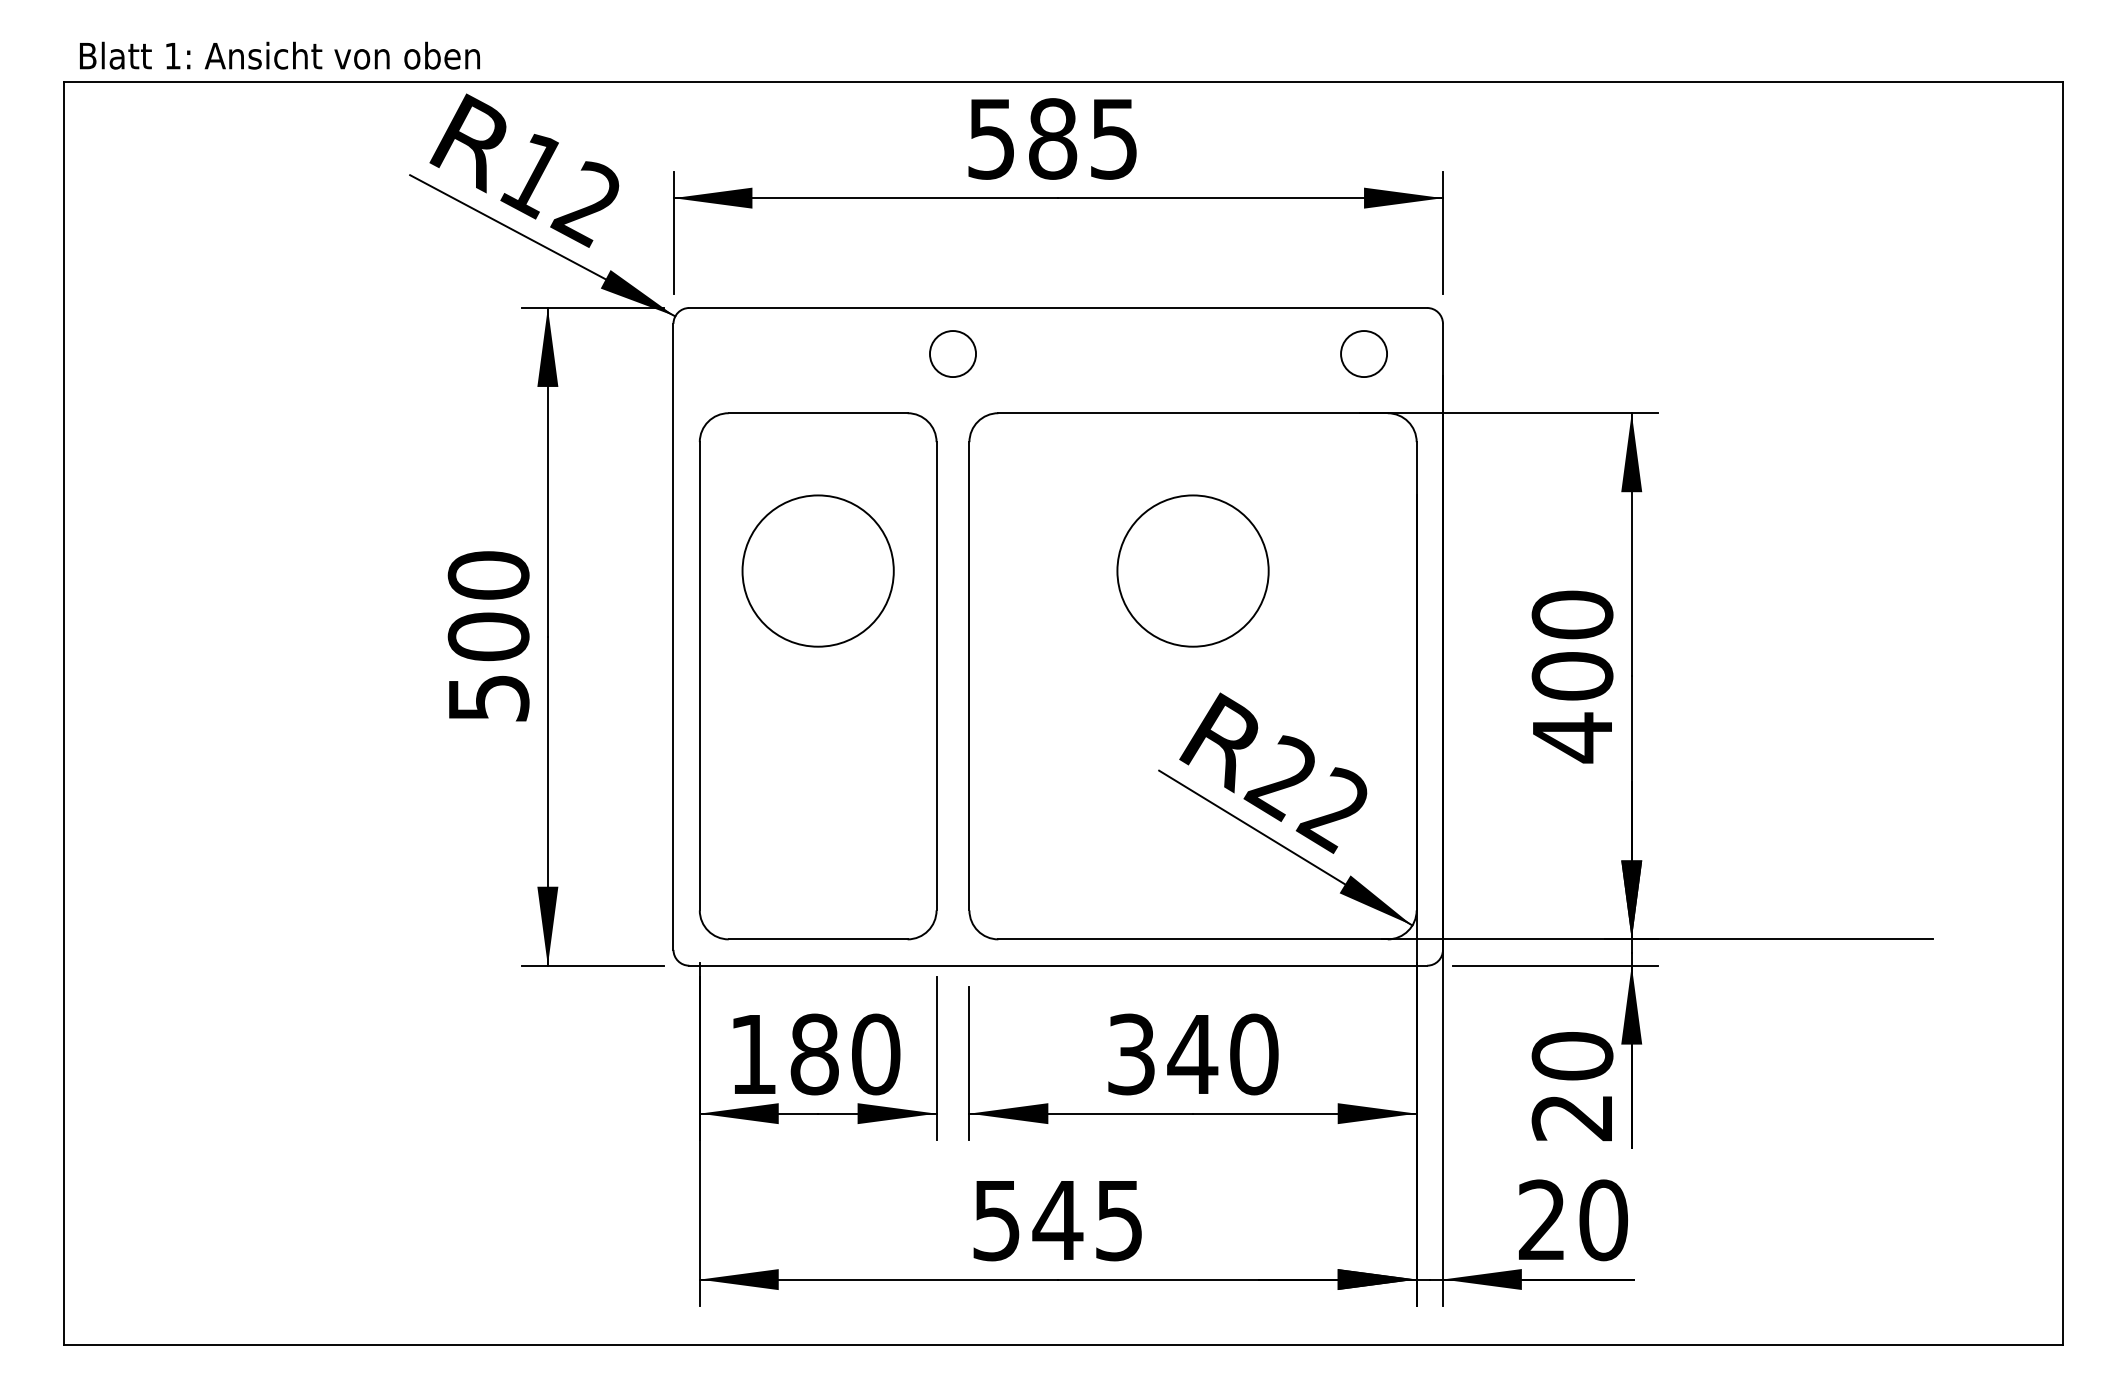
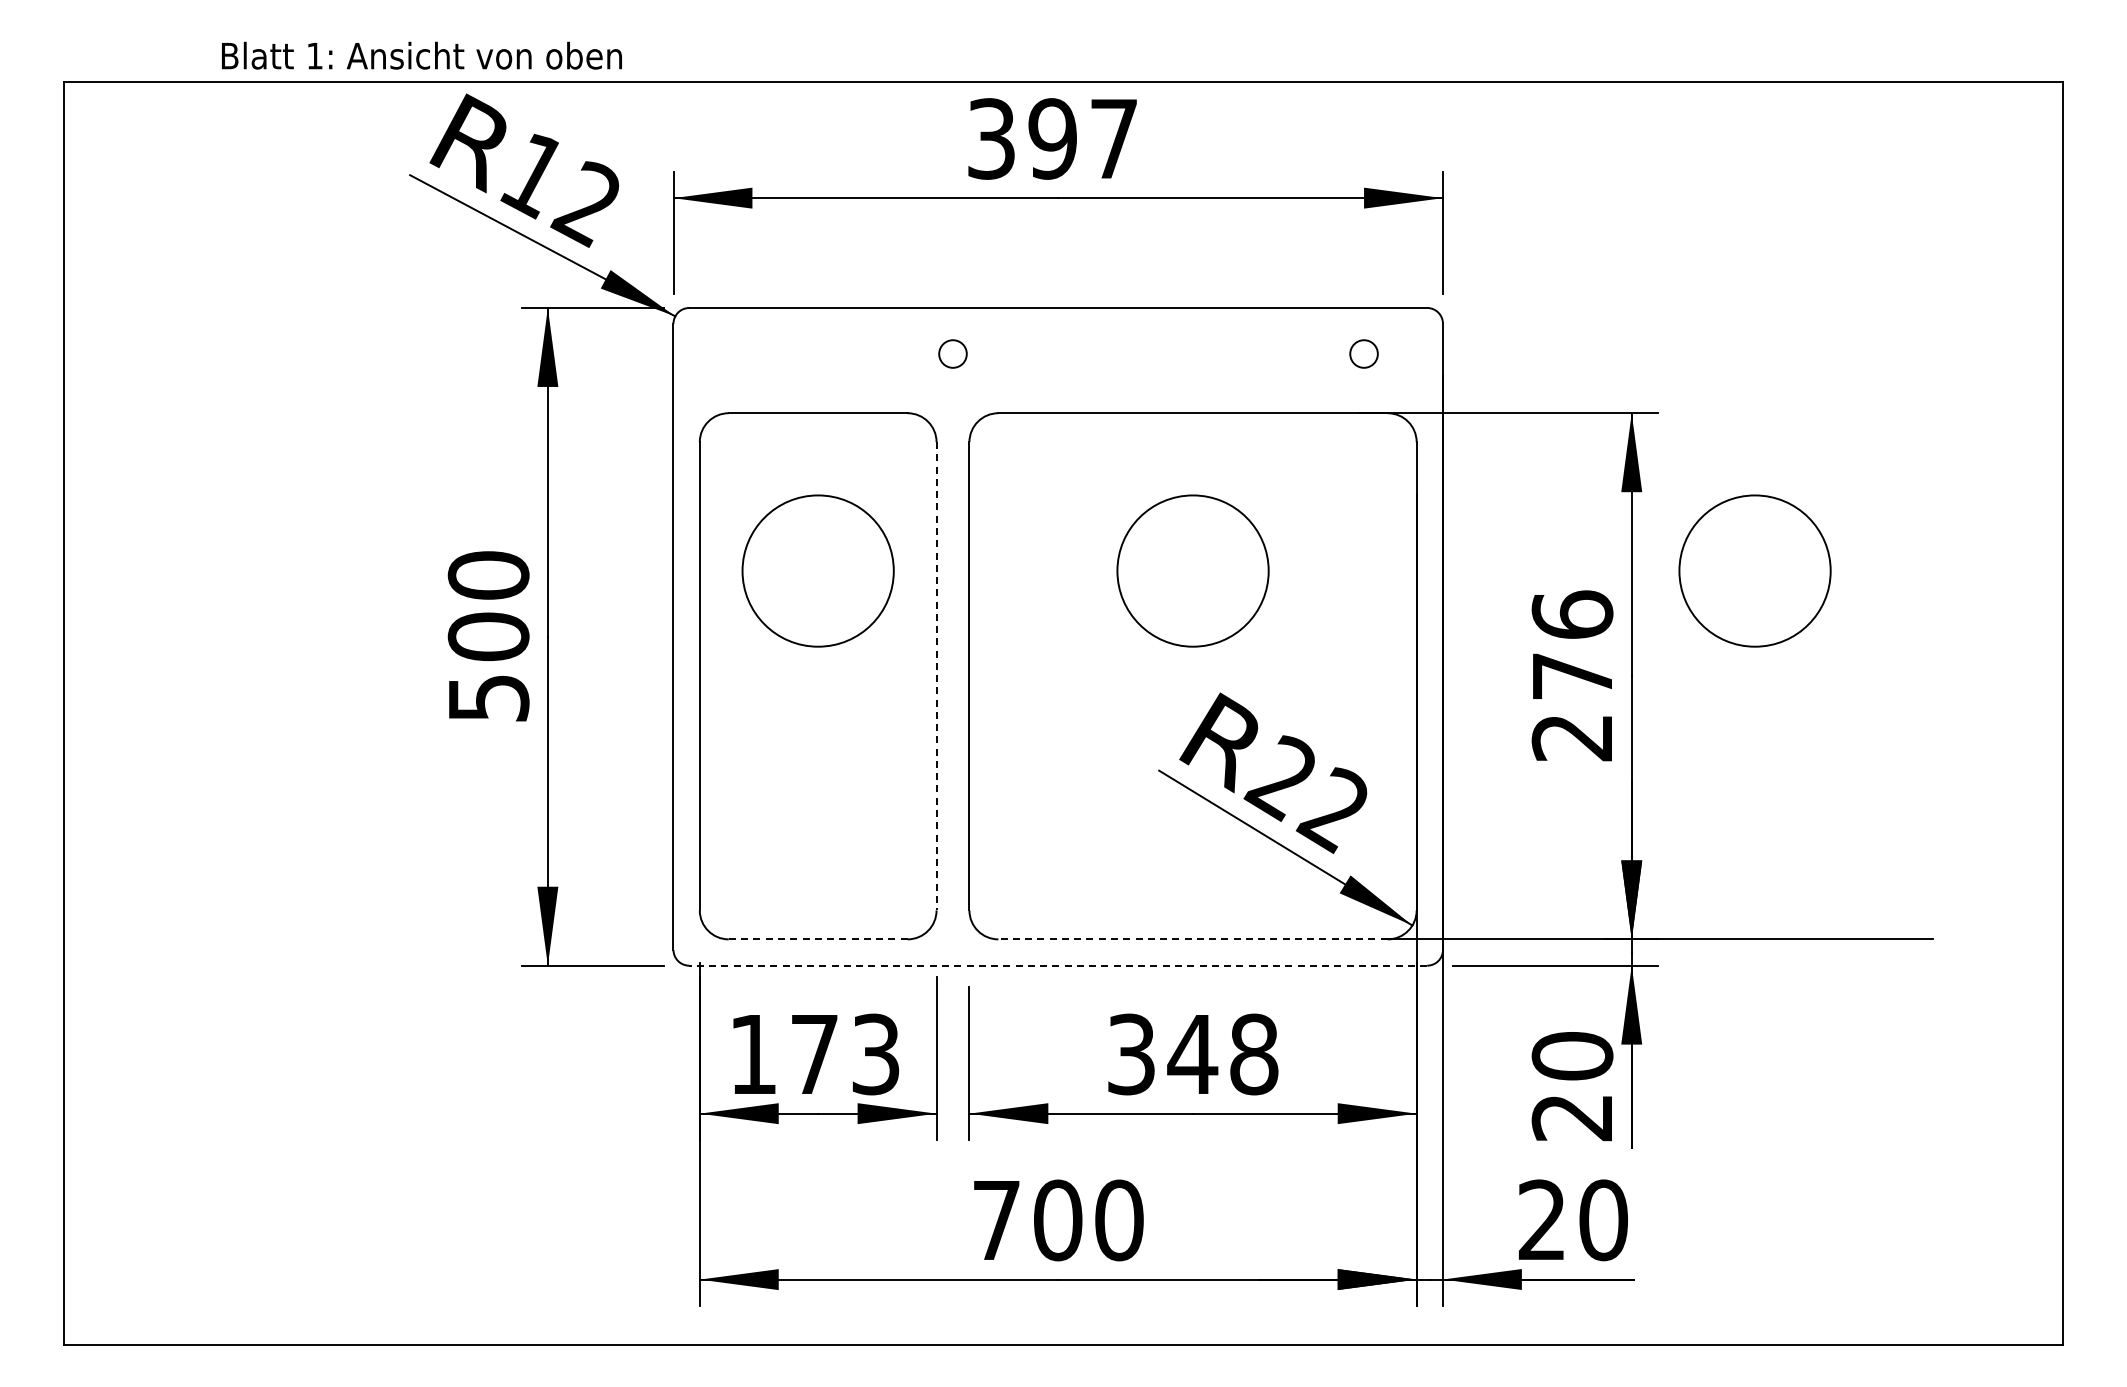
text at (279, 55) position: (279, 55) -> (421, 55)
text at (1052, 138): 585 -> 397
circle at (952, 354) diameter: 46 px -> 28 px
circle at (1364, 354) diameter: 46 px -> 28 px
circle at (1754, 570): none -> present
line at (936, 676): solid -> dashed
text at (1572, 676): 400 -> 276
line at (817, 939): solid -> dashed
line at (1193, 939): solid -> dashed
line at (1058, 965): solid -> dashed
text at (845, 1054): 180 -> 173
text at (1254, 1054): 340 -> 348
text at (1058, 1220): 545 -> 700
